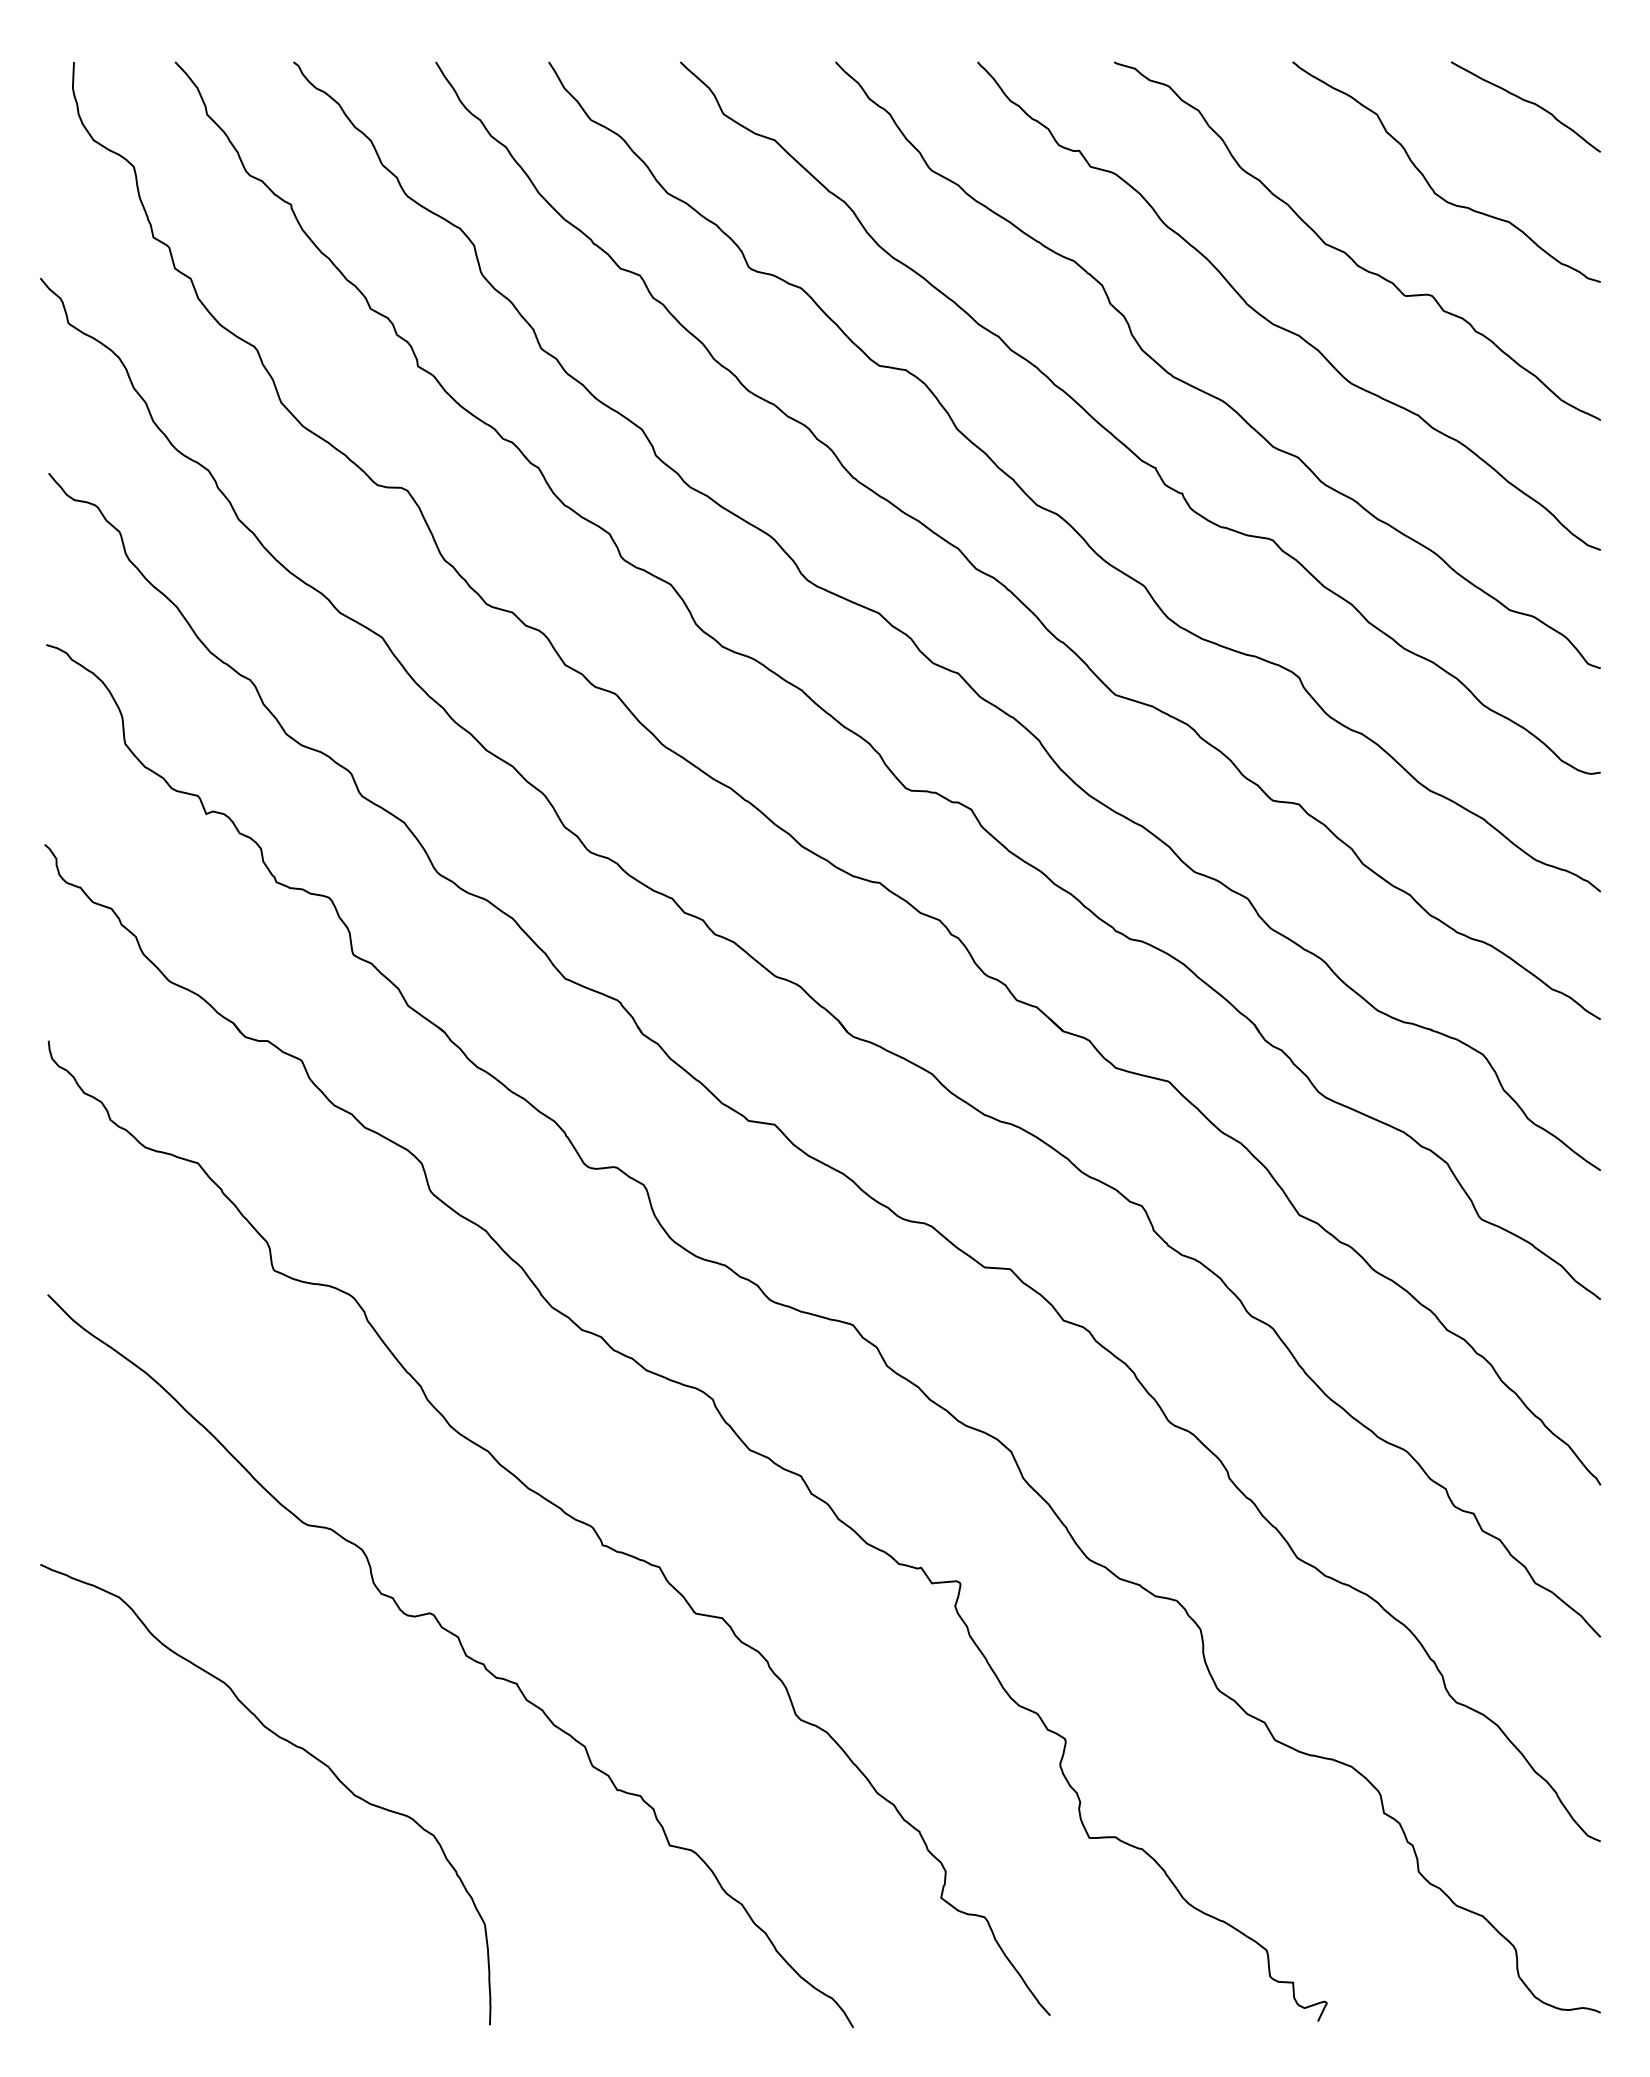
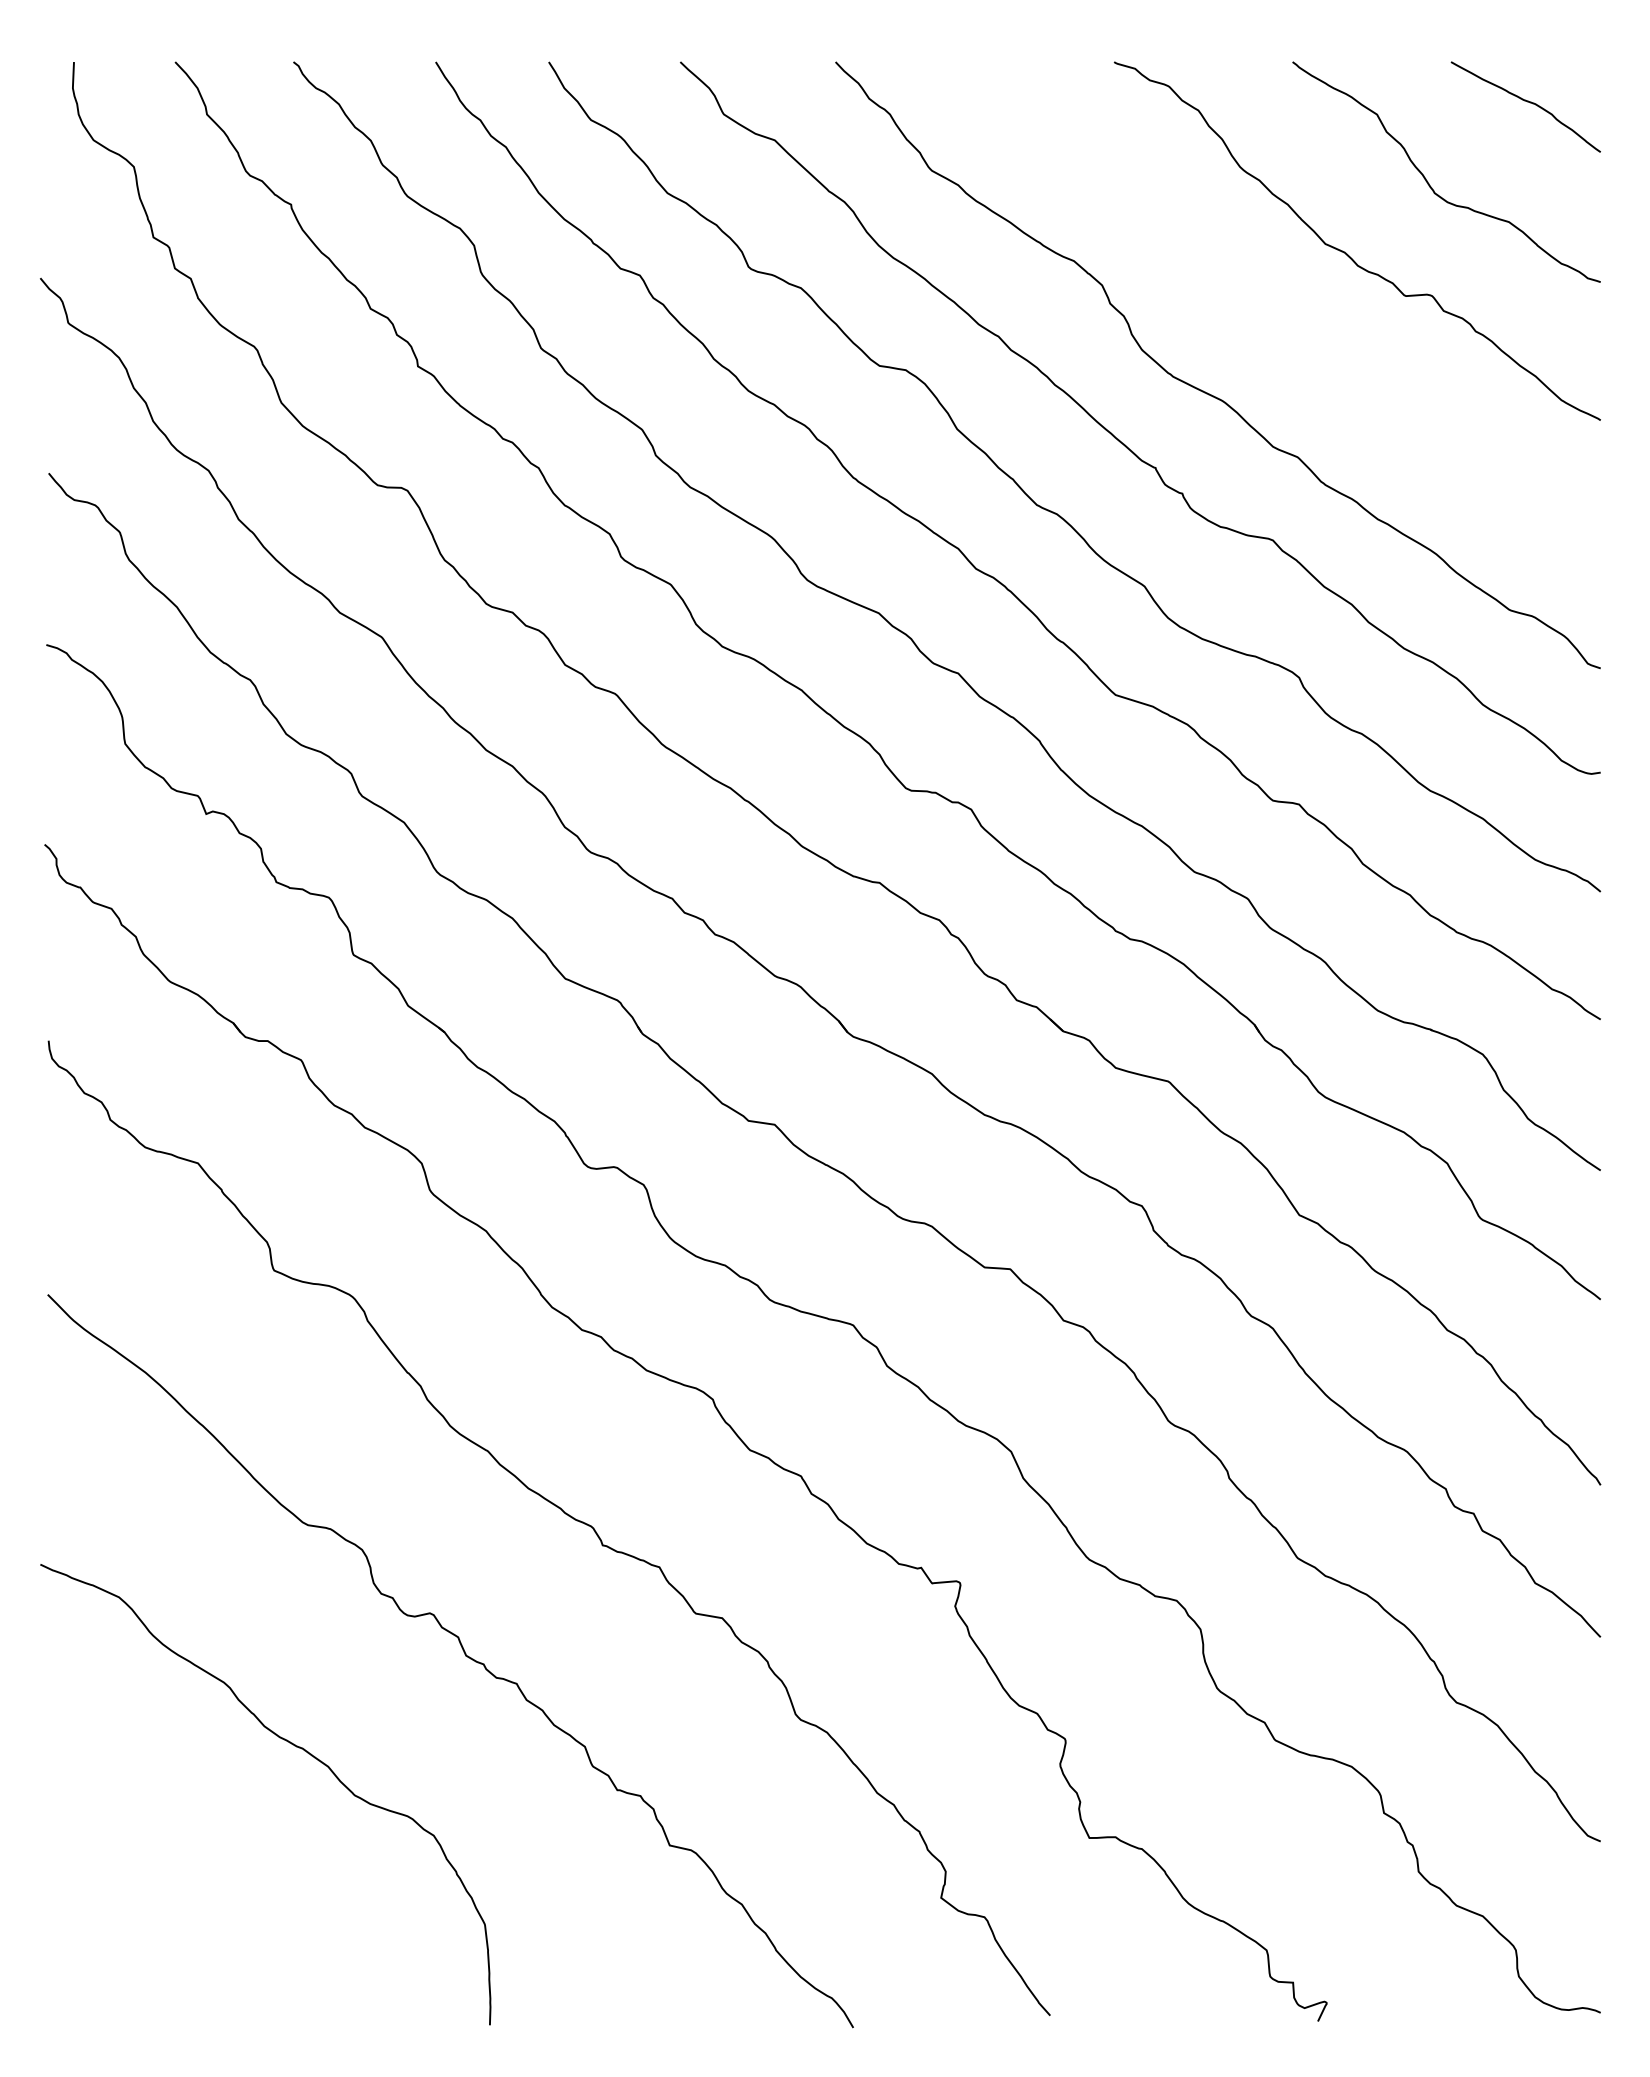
curve at (1278, 325): present -> none
